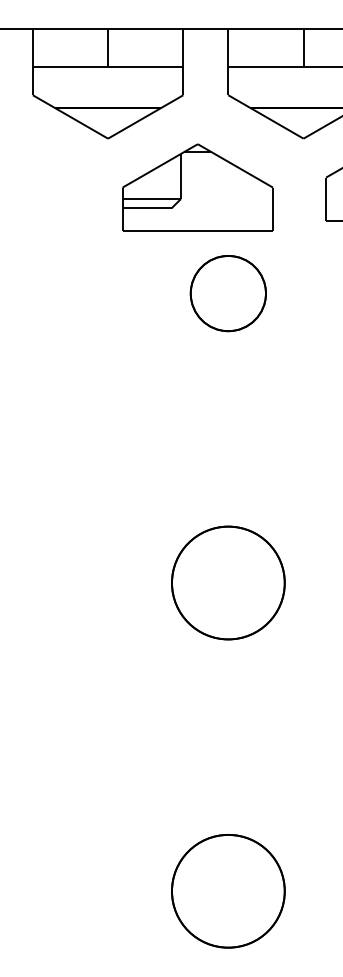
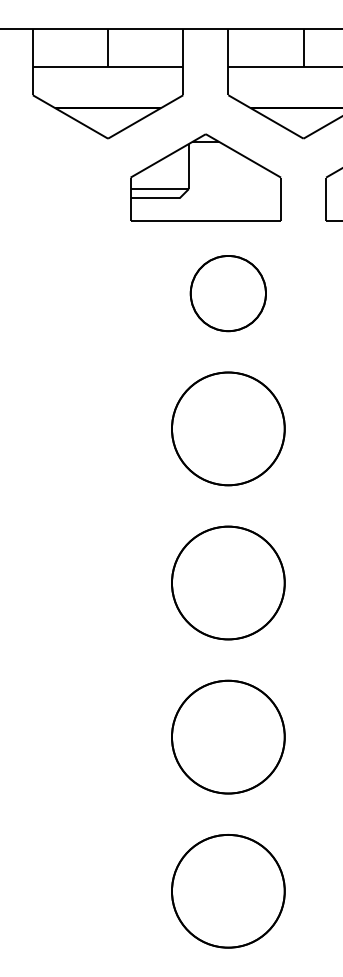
part at (197, 187) position: (197, 187) -> (205, 177)
part at (228, 428): none -> present
part at (228, 736): none -> present
